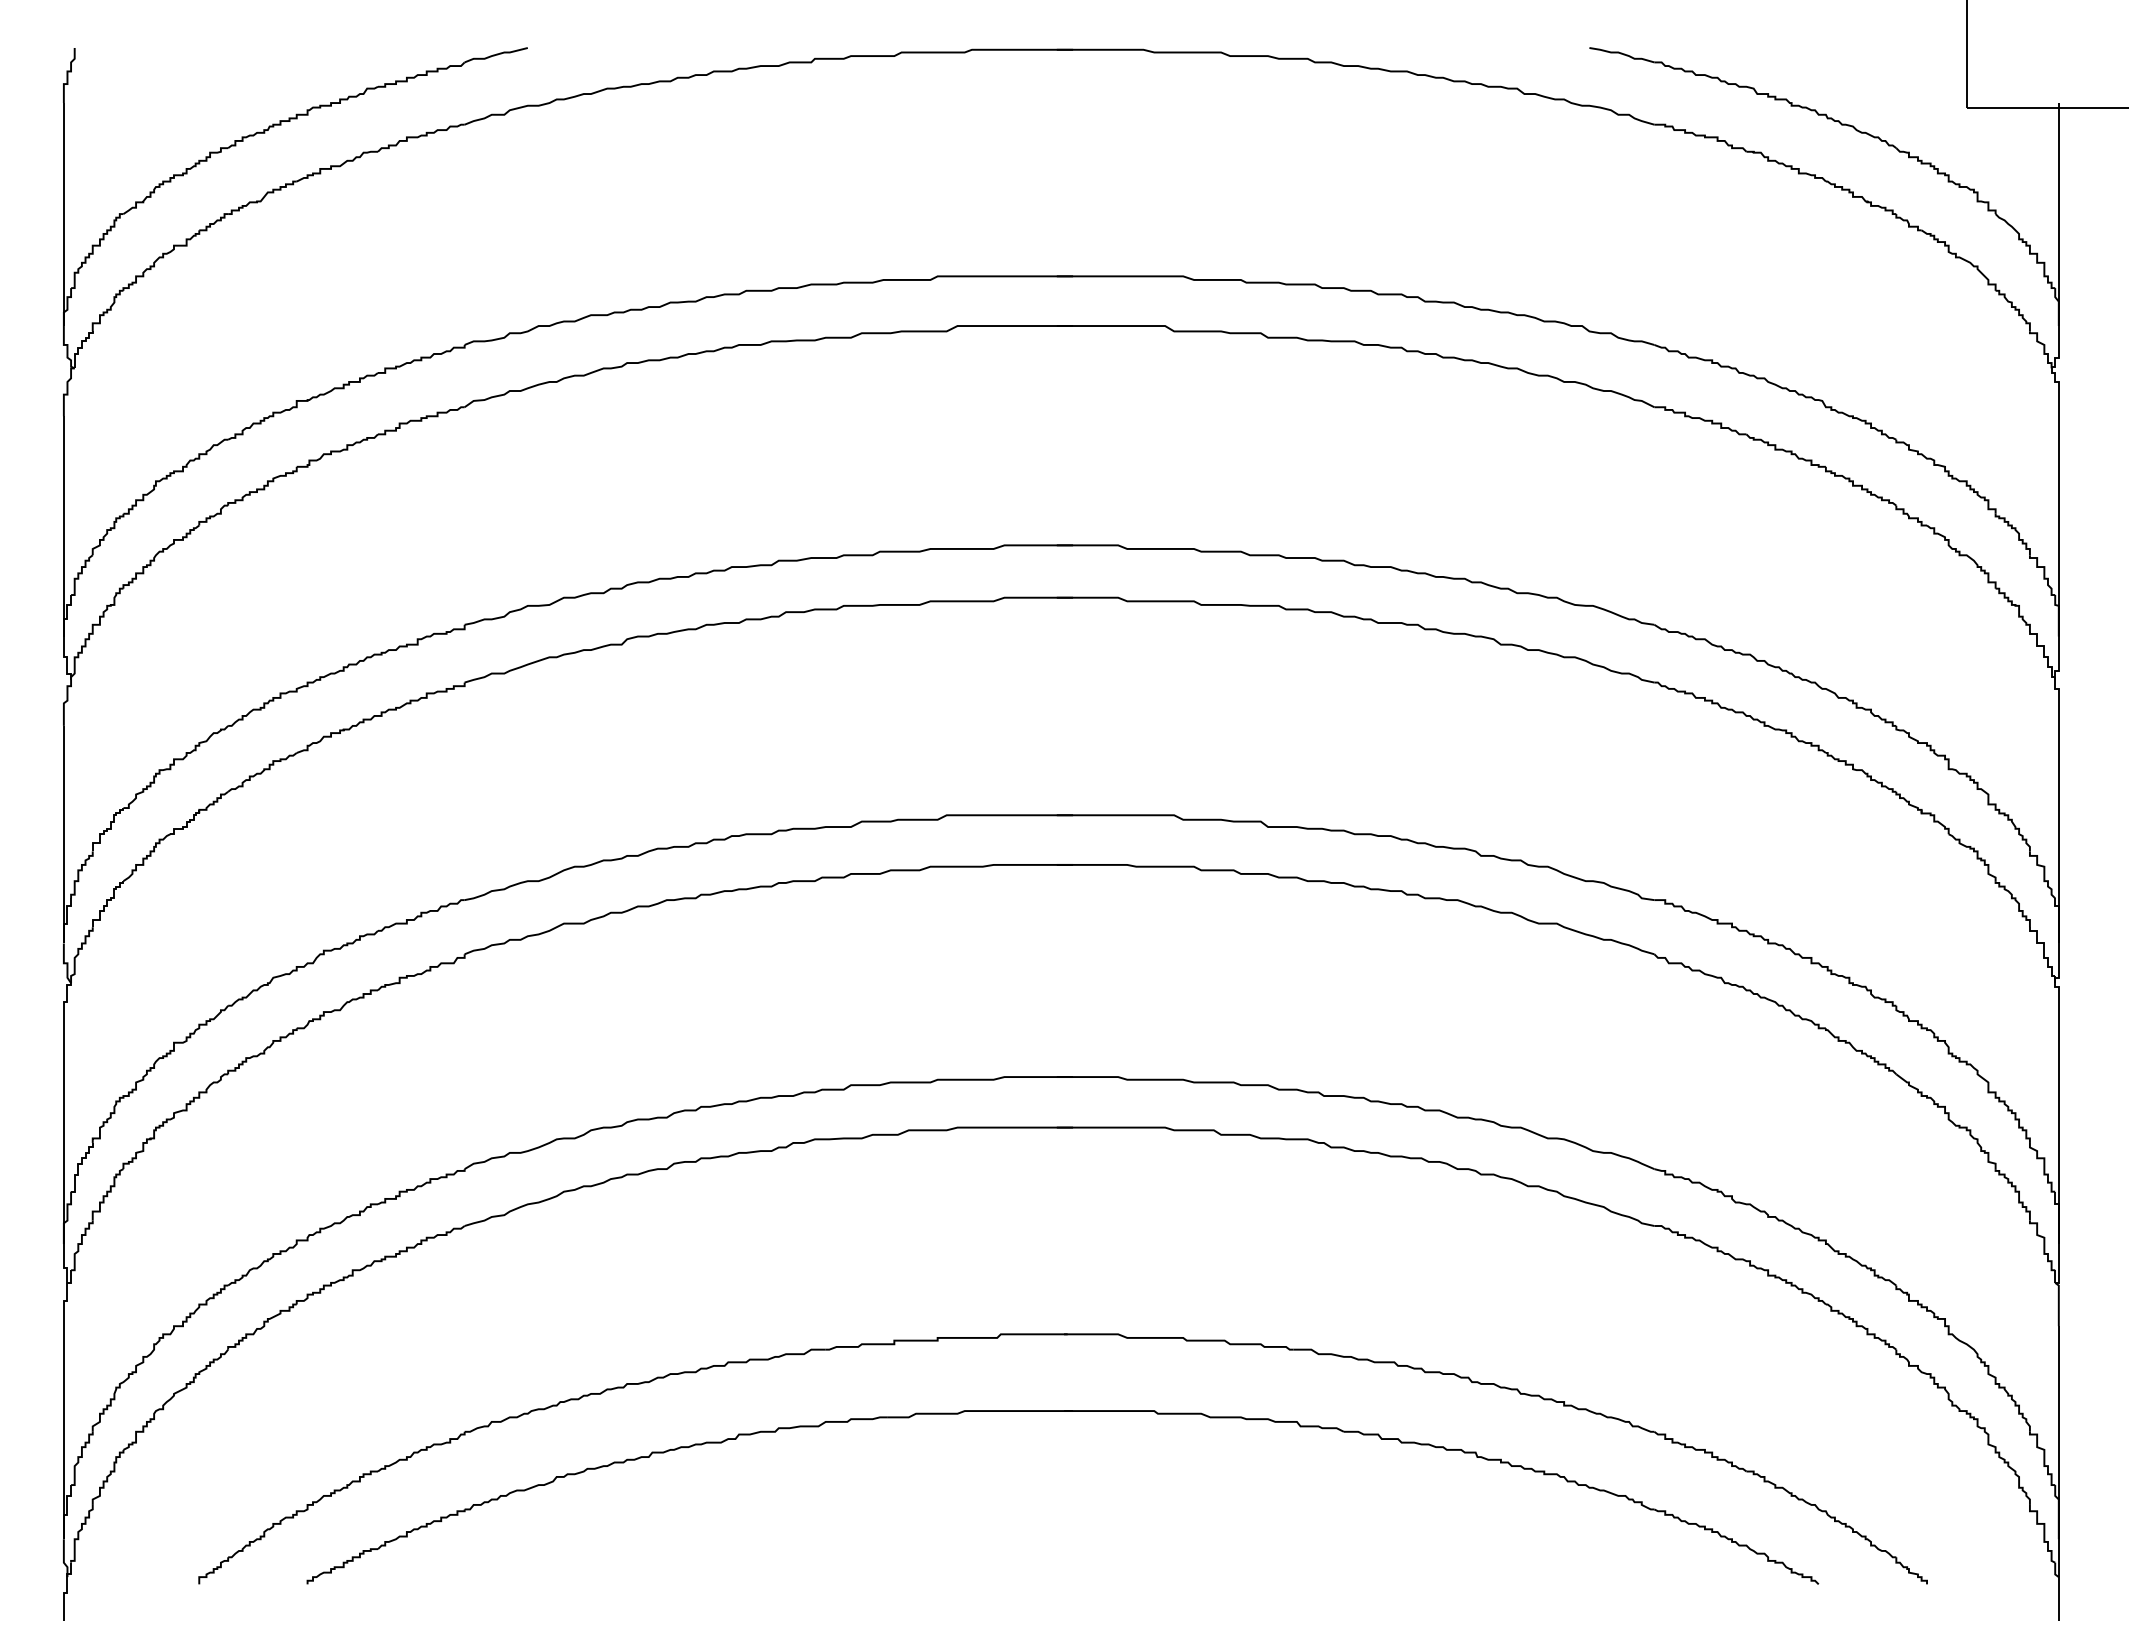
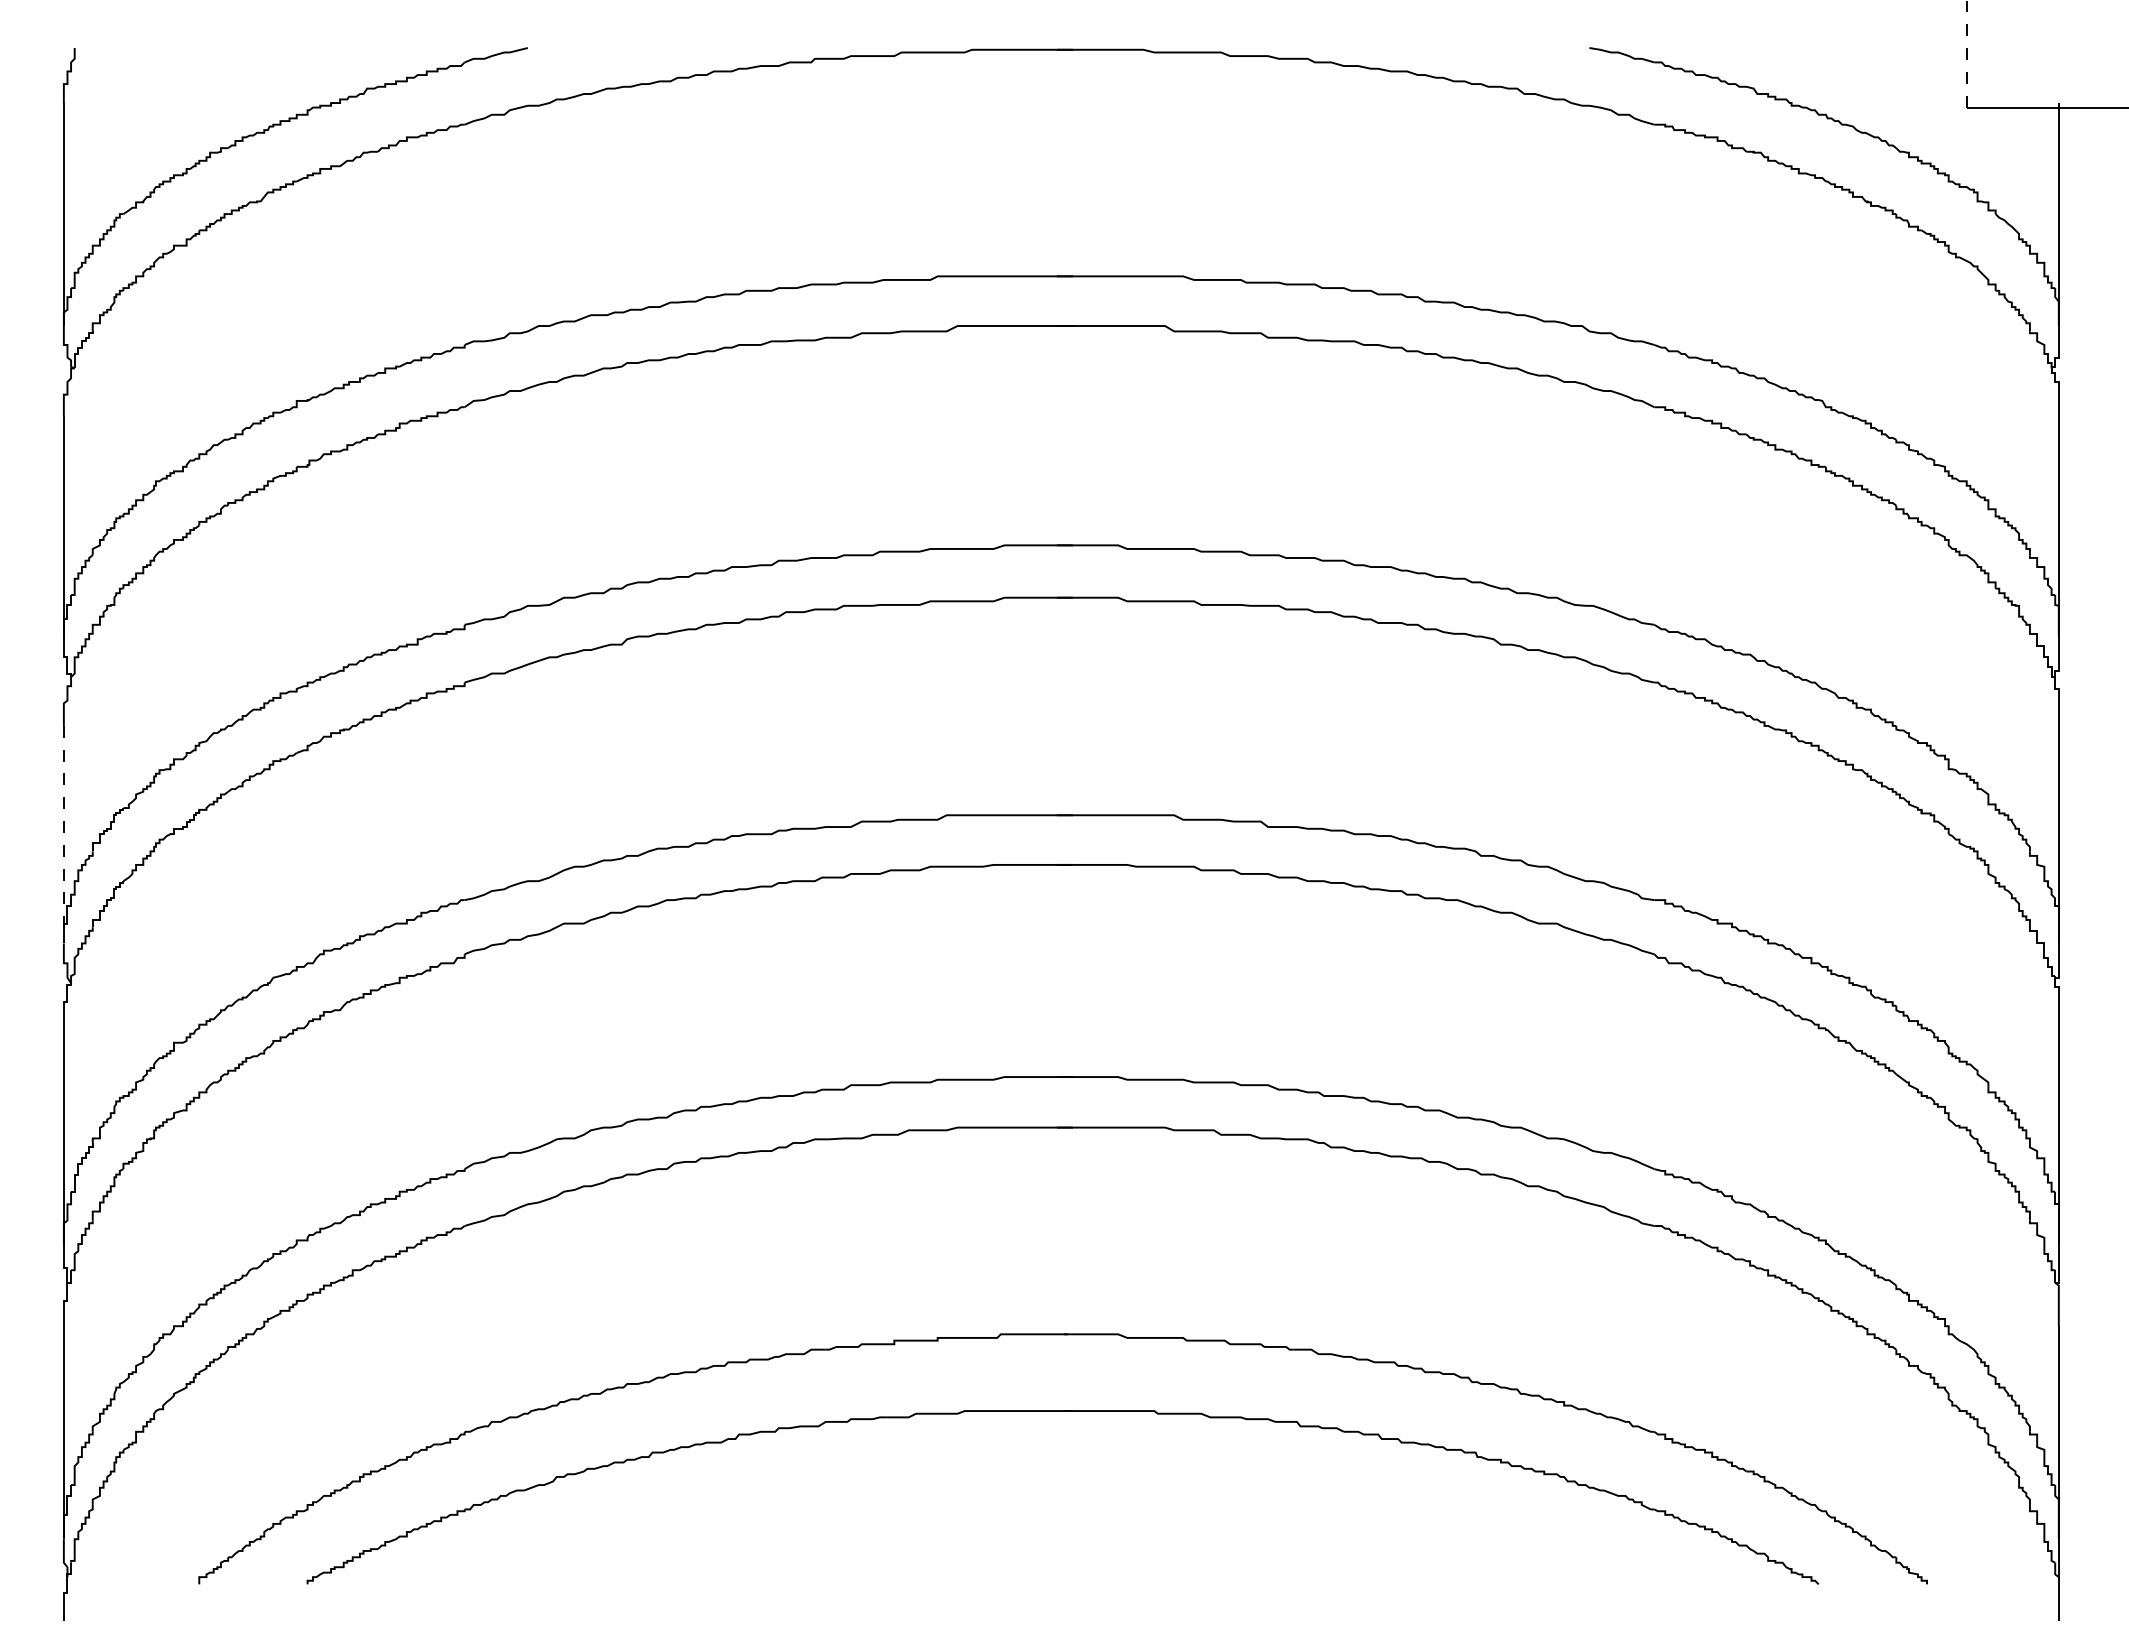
line at (1966, 53): solid -> dashed
line at (63, 834): solid -> dashed
